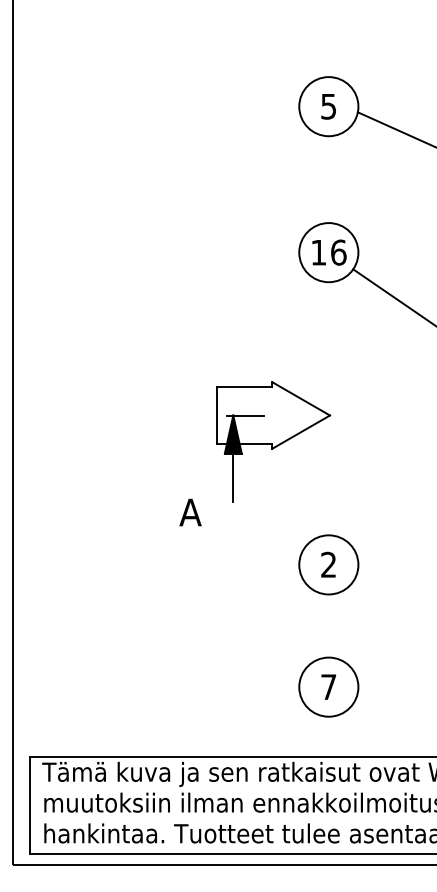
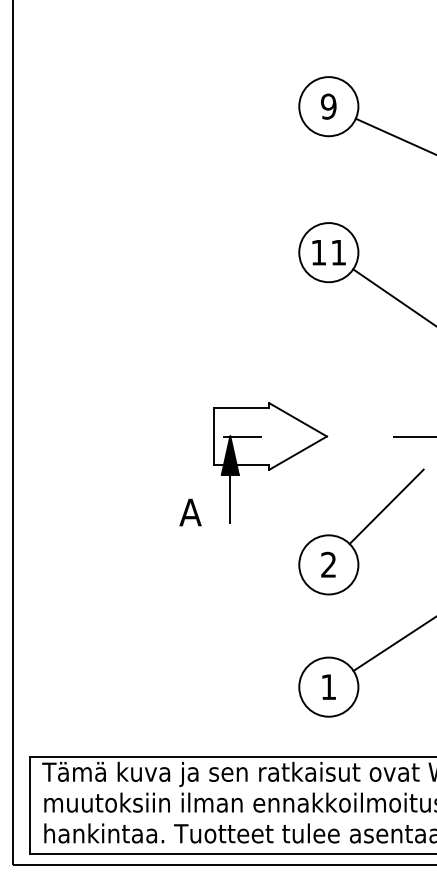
text at (328, 106): 5 -> 9
line at (395, 129) position: (395, 129) -> (394, 135)
text at (338, 252): 16 -> 11
line at (412, 436): none -> present
part at (273, 441) position: (273, 441) -> (270, 462)
line at (386, 506): none -> present
line at (393, 644): none -> present
text at (328, 686): 7 -> 1
